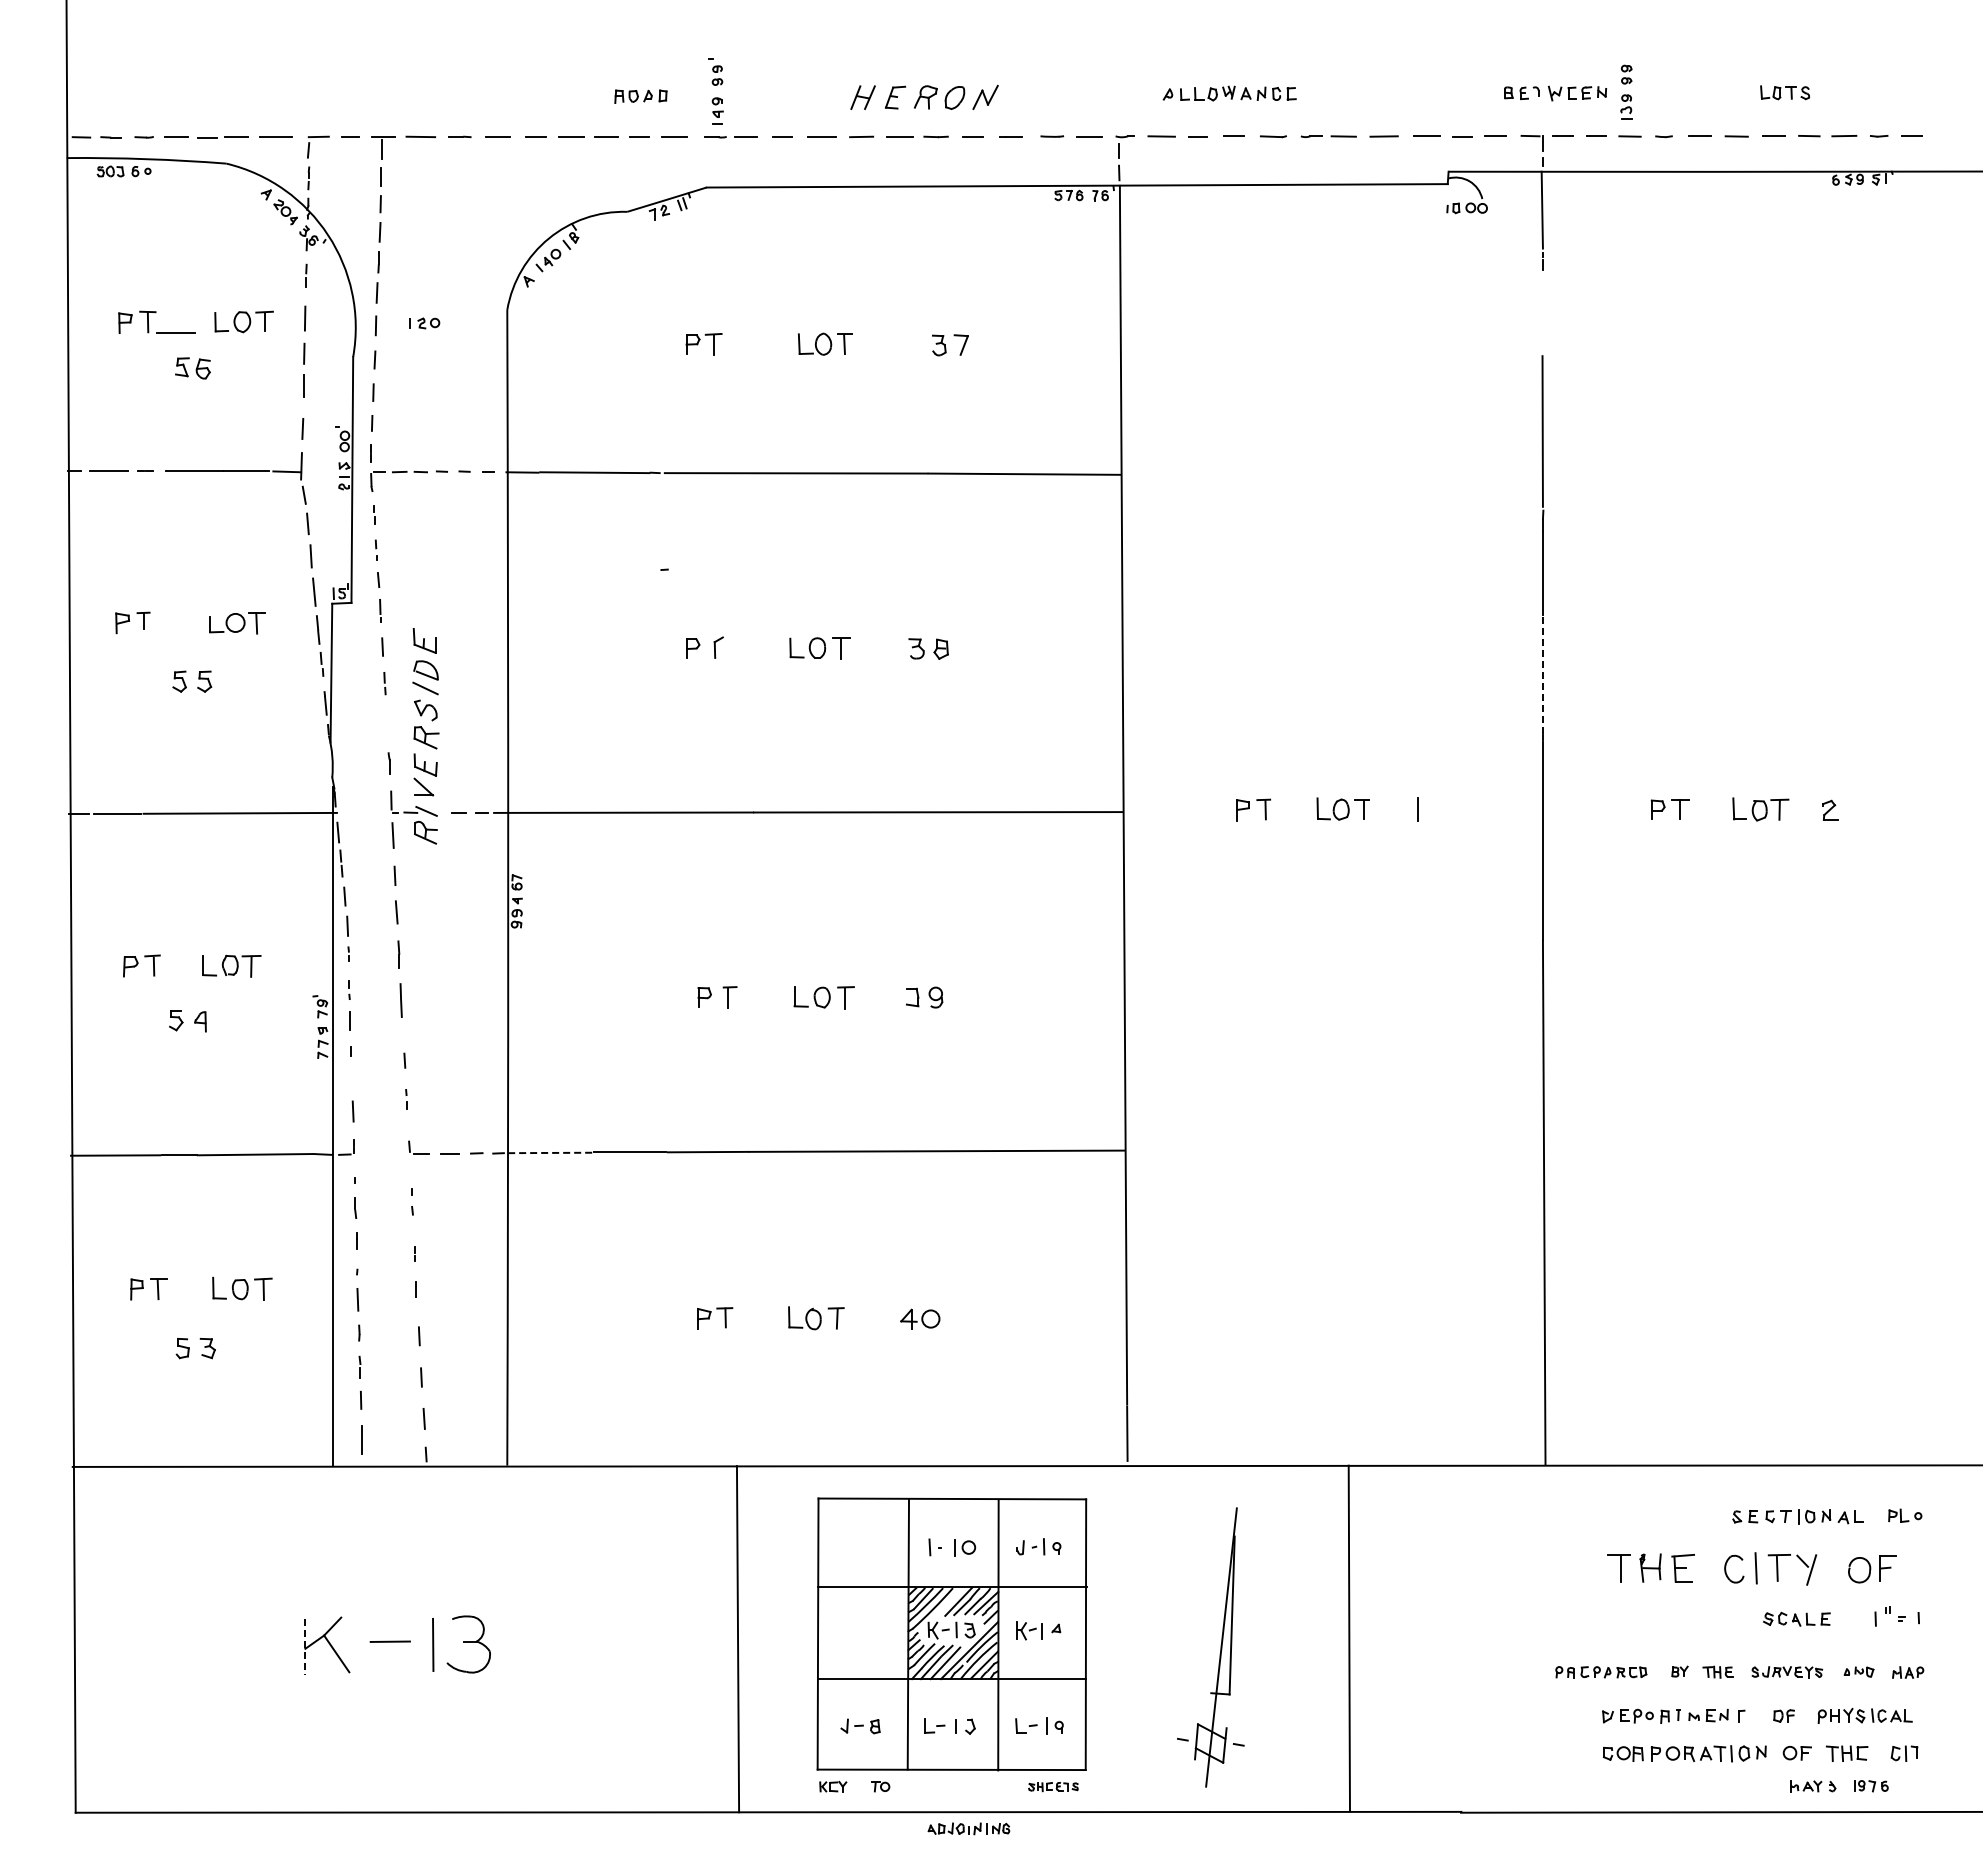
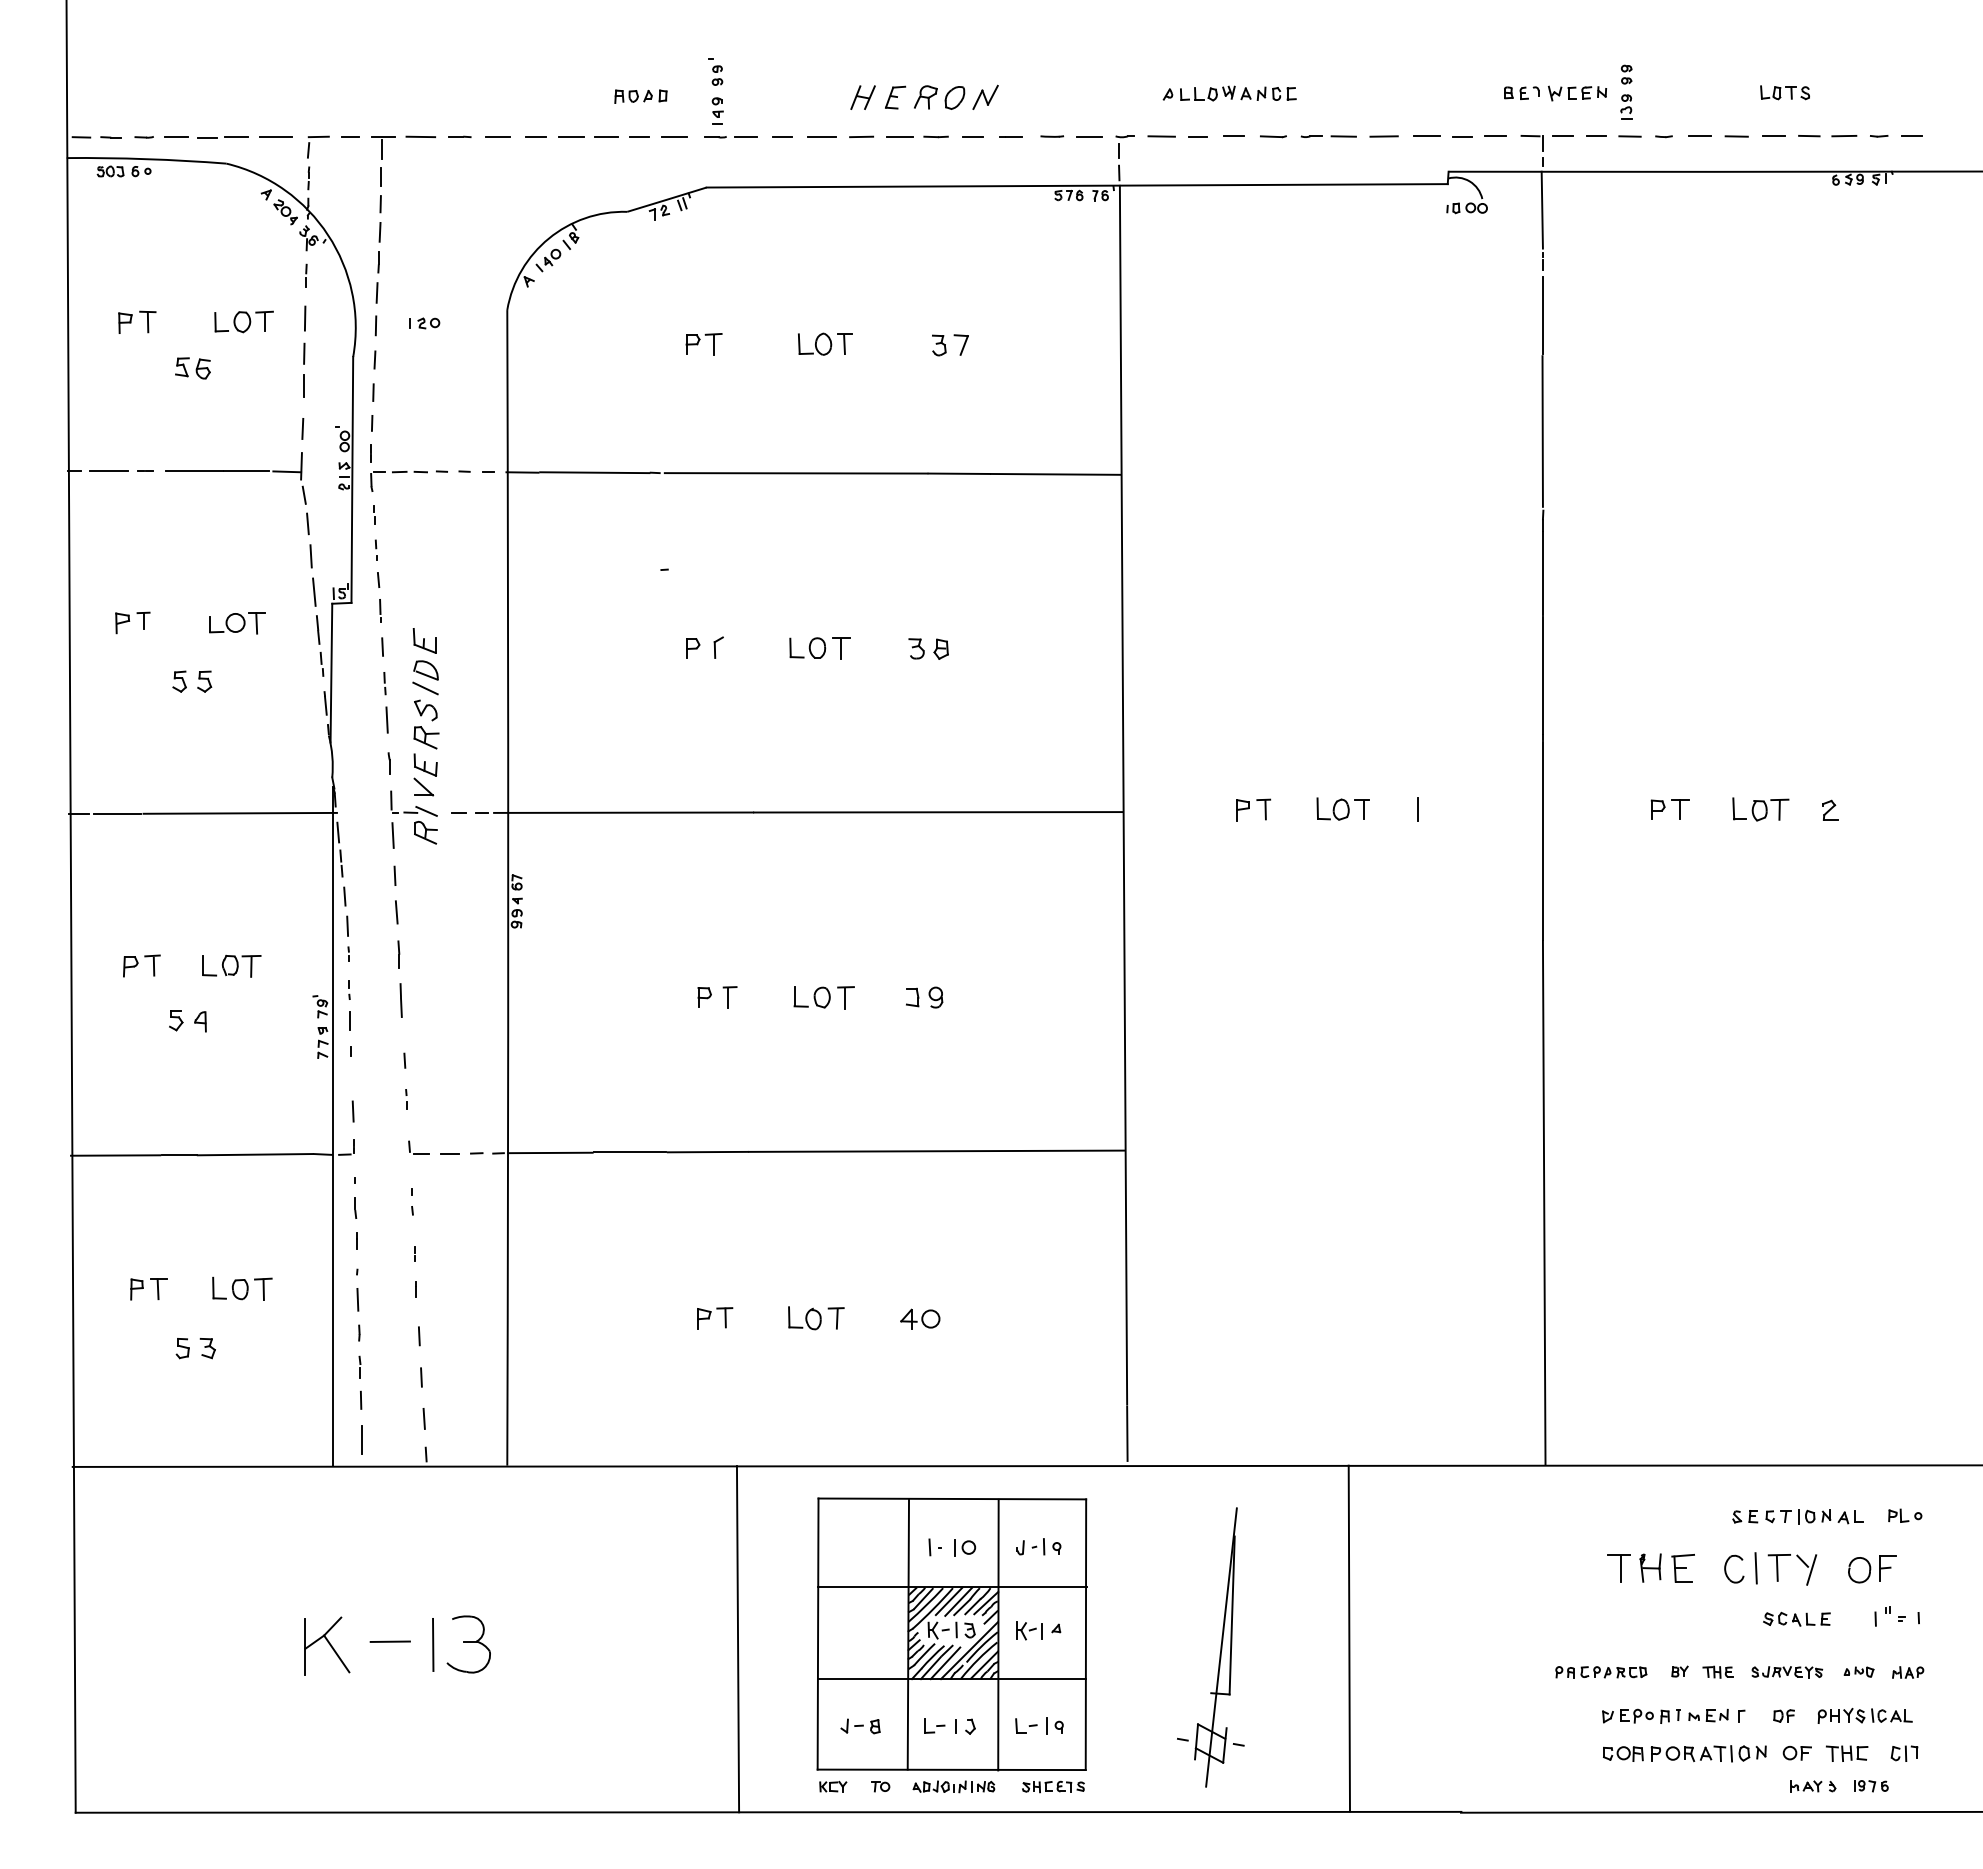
line at (1542, 315): none -> present
line at (175, 332): present -> none
line at (1542, 675): dashed -> solid
line at (386, 719): none -> present
line at (550, 1152): dashed -> solid
line at (948, 1601): none -> present
line at (304, 1646): dashed -> solid
part at (1053, 1787) size: 51x11 px -> 63x14 px
part at (968, 1828) position: (968, 1828) -> (953, 1786)
